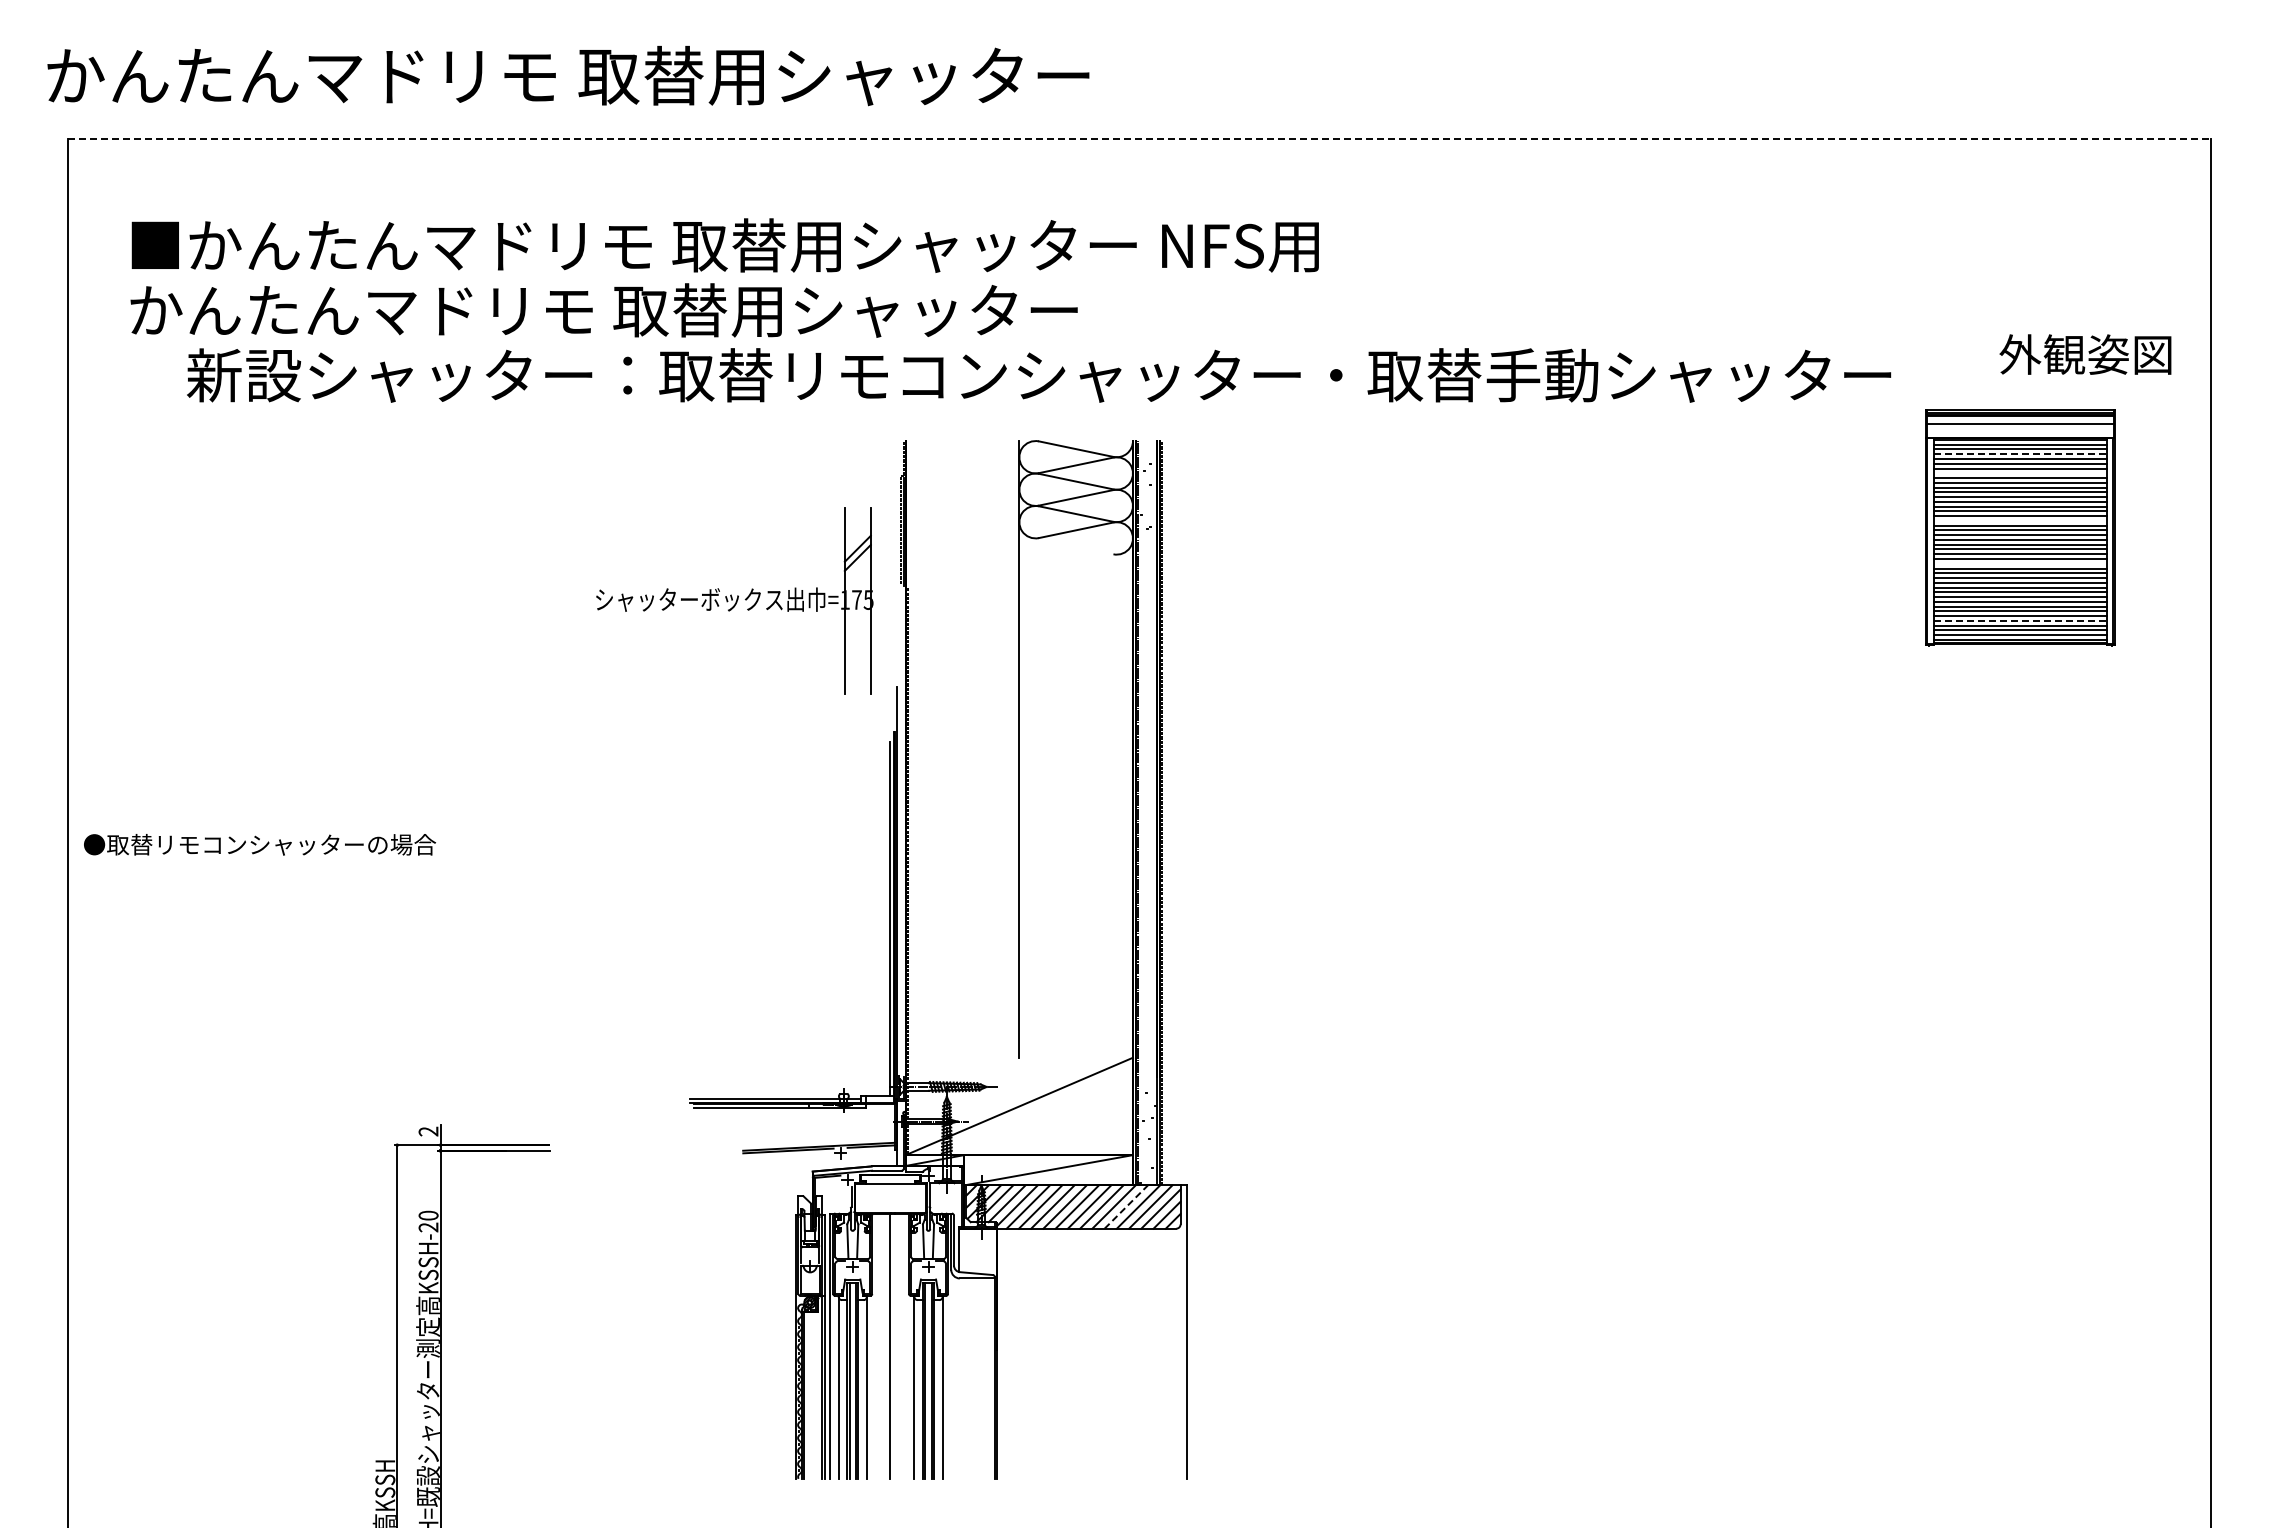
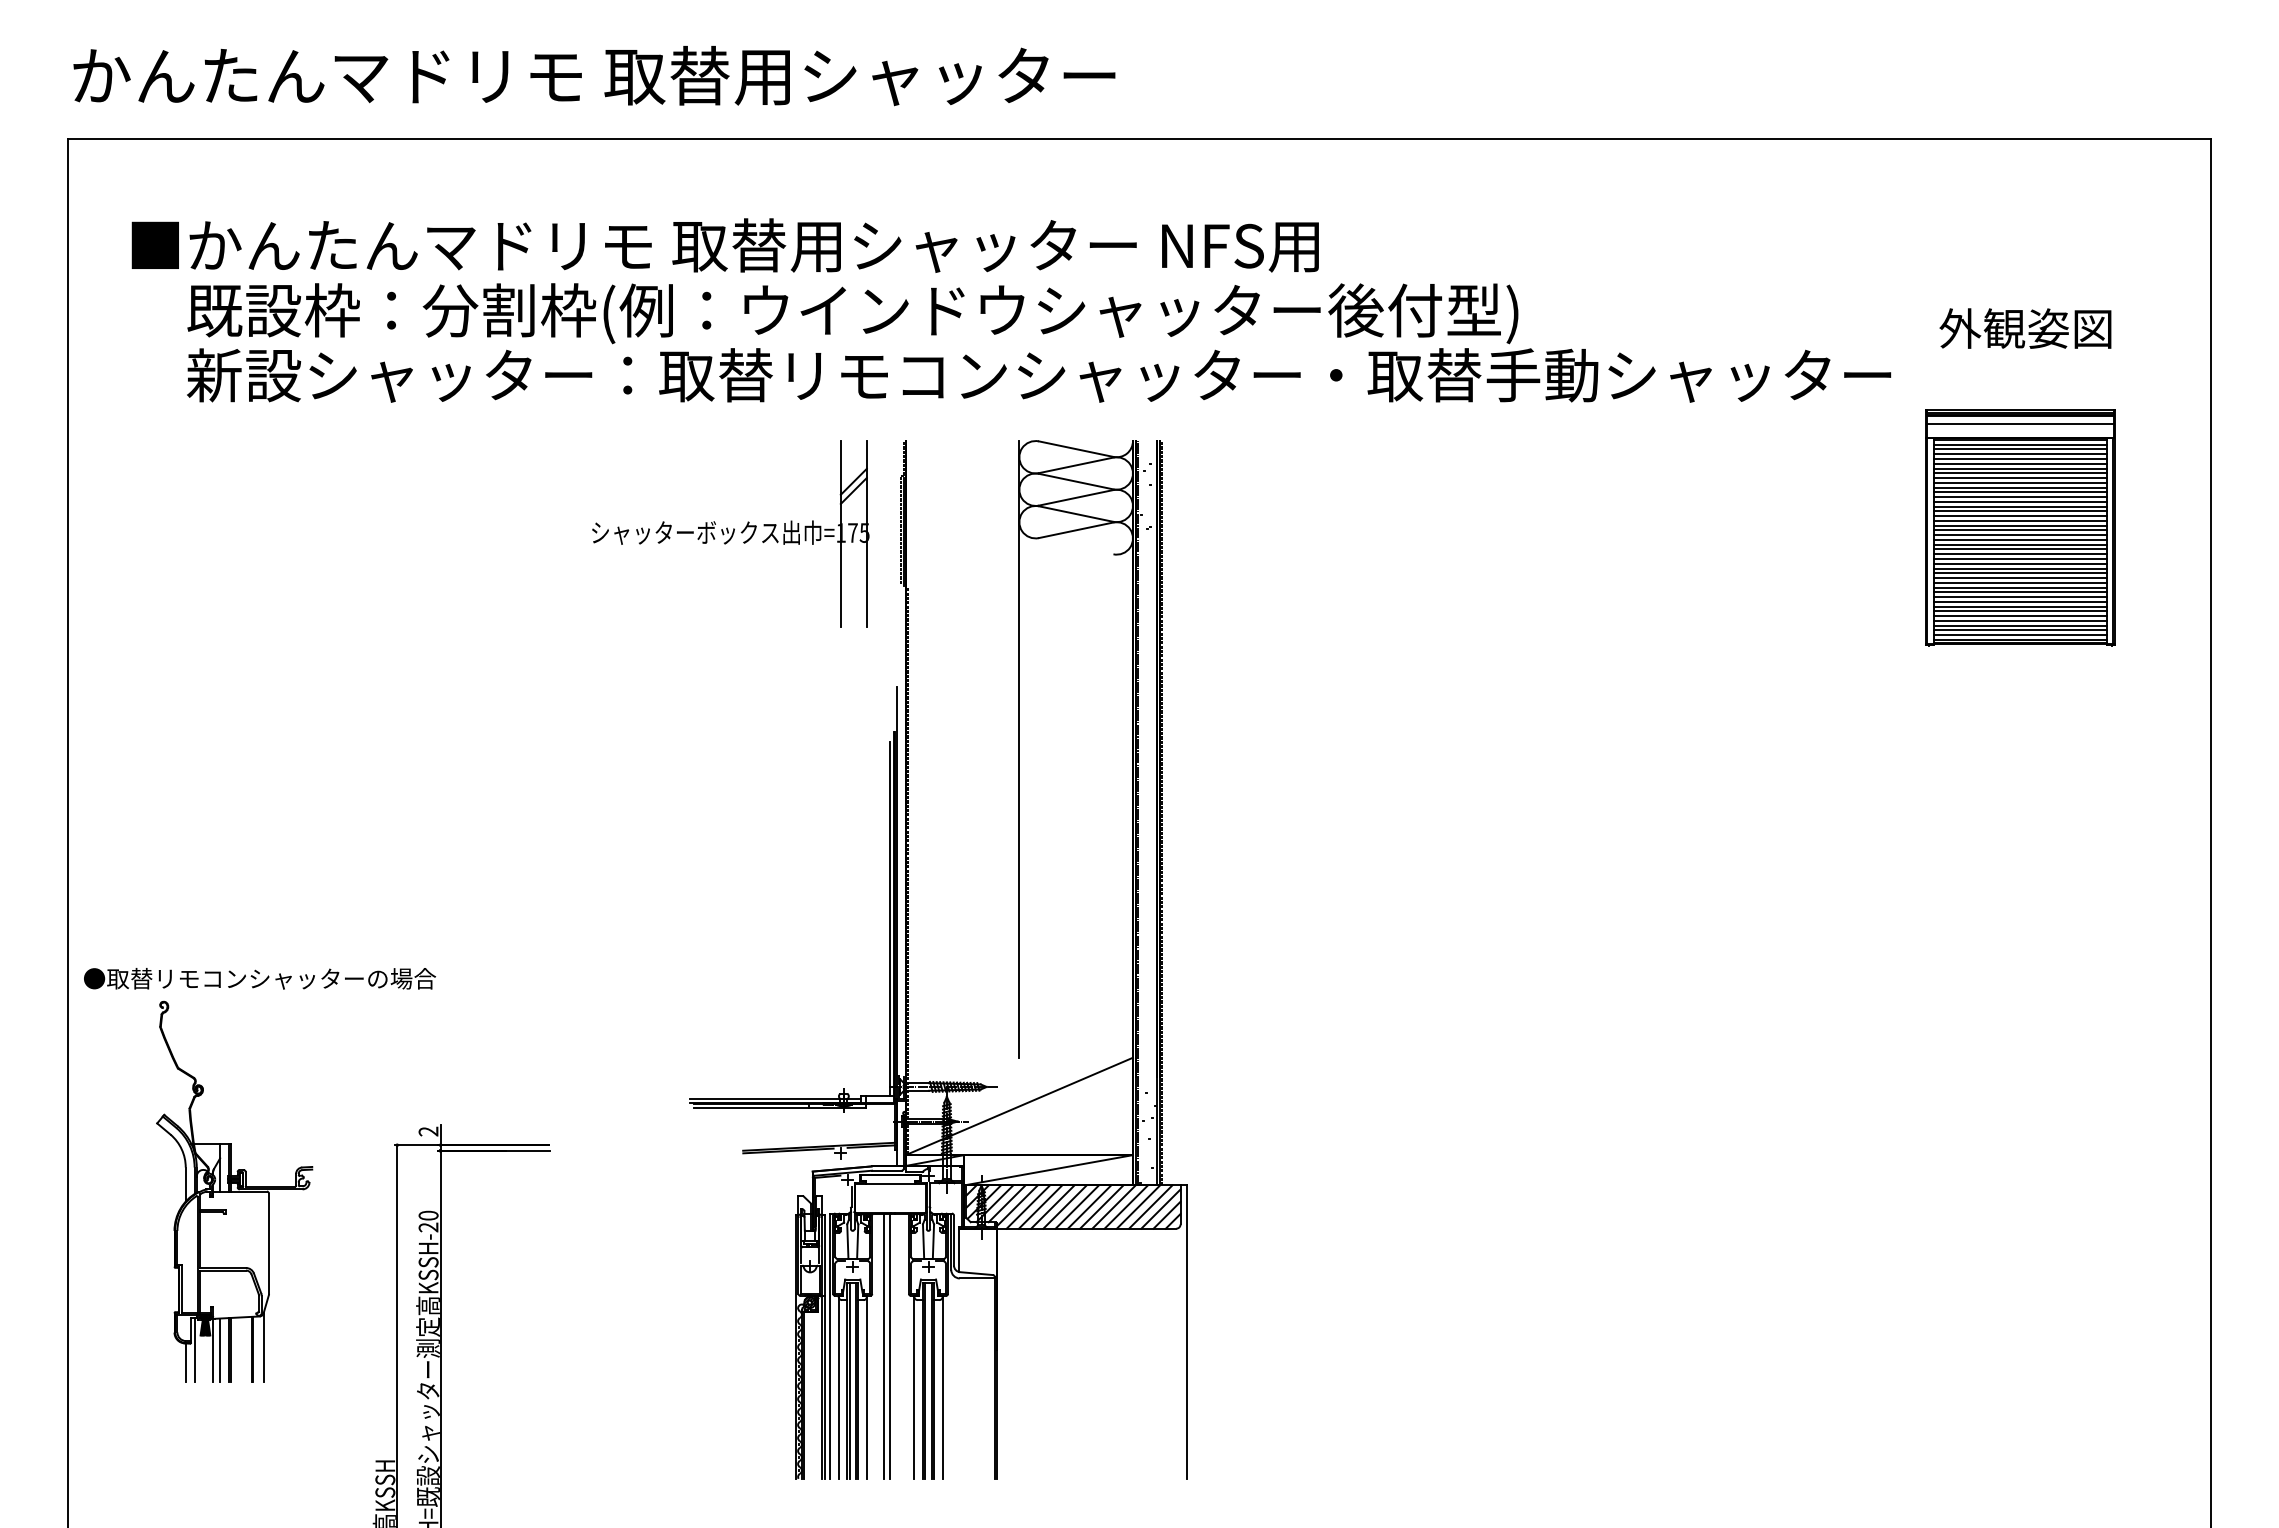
text at (568, 76) position: (568, 76) -> (594, 76)
line at (1139, 139): dashed -> solid
text at (824, 313): かんたんマドリモ 取替用シャッター -> 既設枠：分割枠(例：ウインドウシャッター後付型)
text at (2085, 354) position: (2085, 354) -> (2025, 328)
line at (2020, 454): dashed -> solid
line at (2020, 473): none -> present
line at (2020, 520): none -> present
line at (2020, 563): none -> present
part at (734, 600) position: (734, 600) -> (730, 533)
line at (2020, 620): dashed -> solid
text at (259, 844) position: (259, 844) -> (259, 978)
part at (234, 1191): none -> present
line at (1126, 1207): dashed -> solid
line at (884, 1345): none -> present
